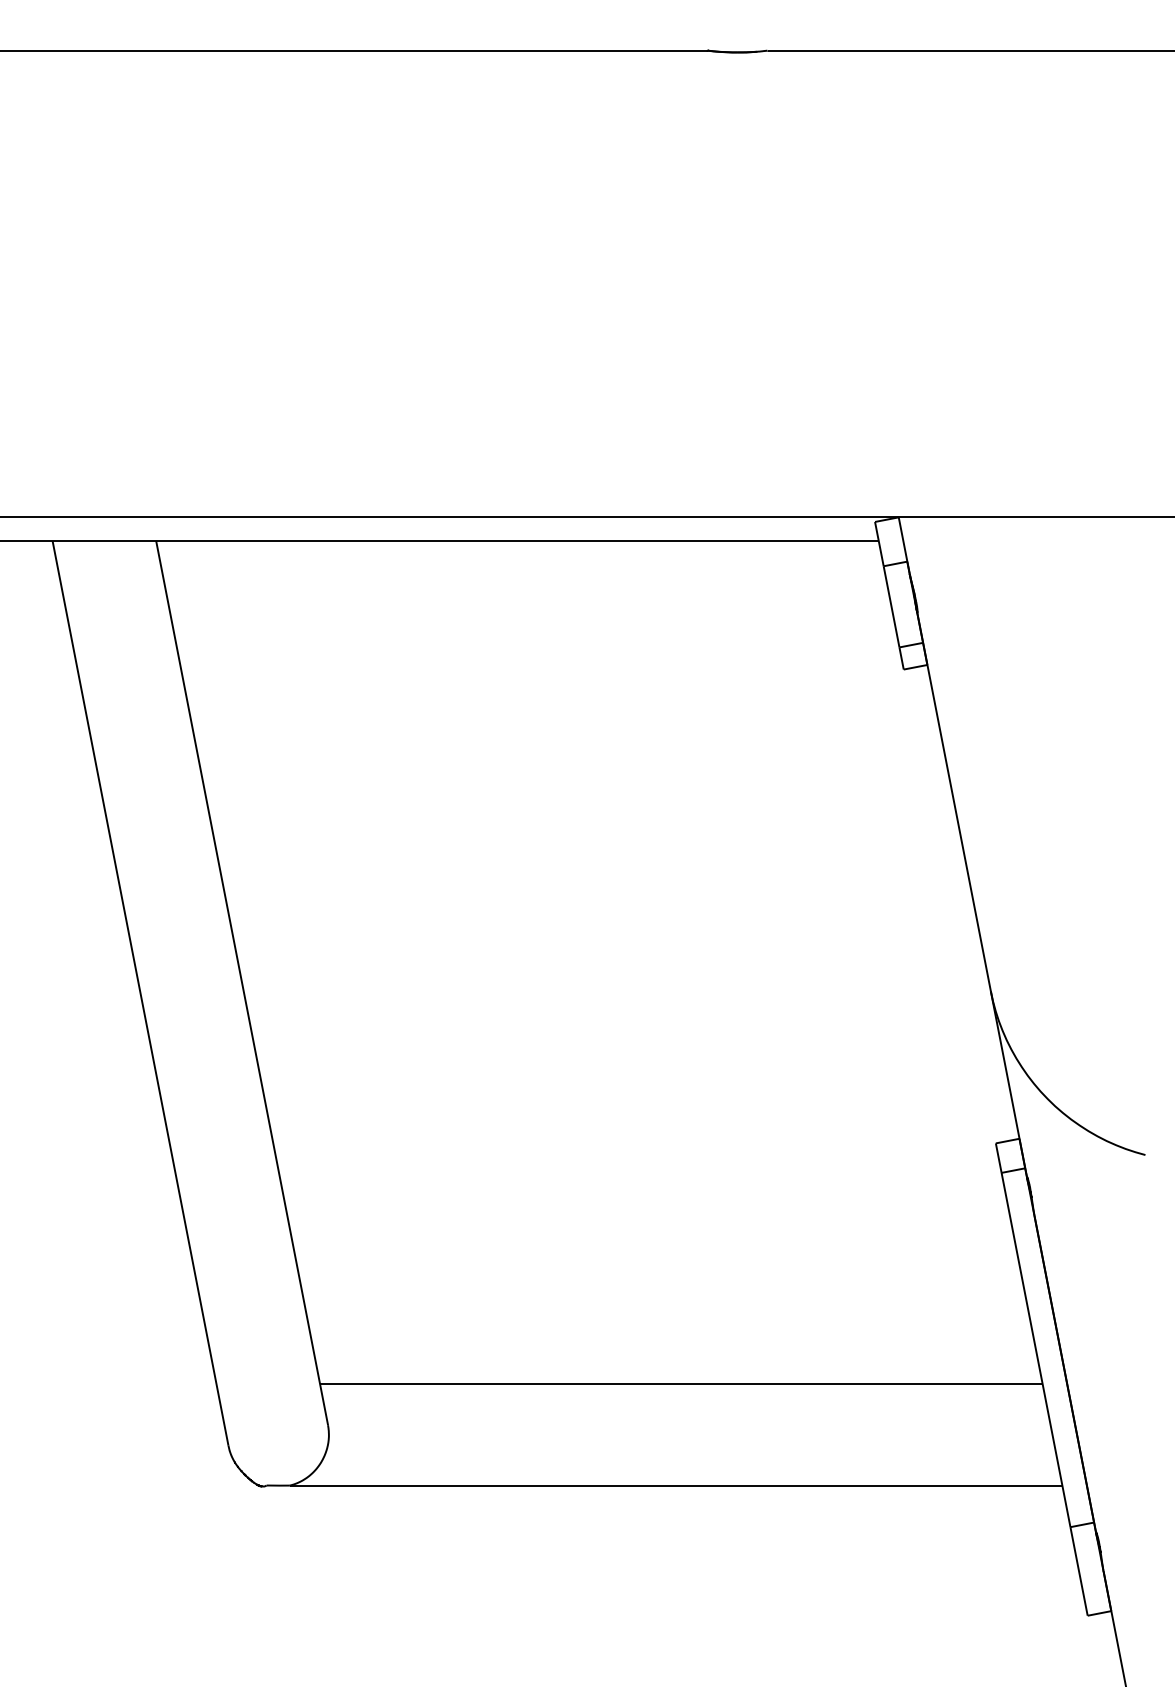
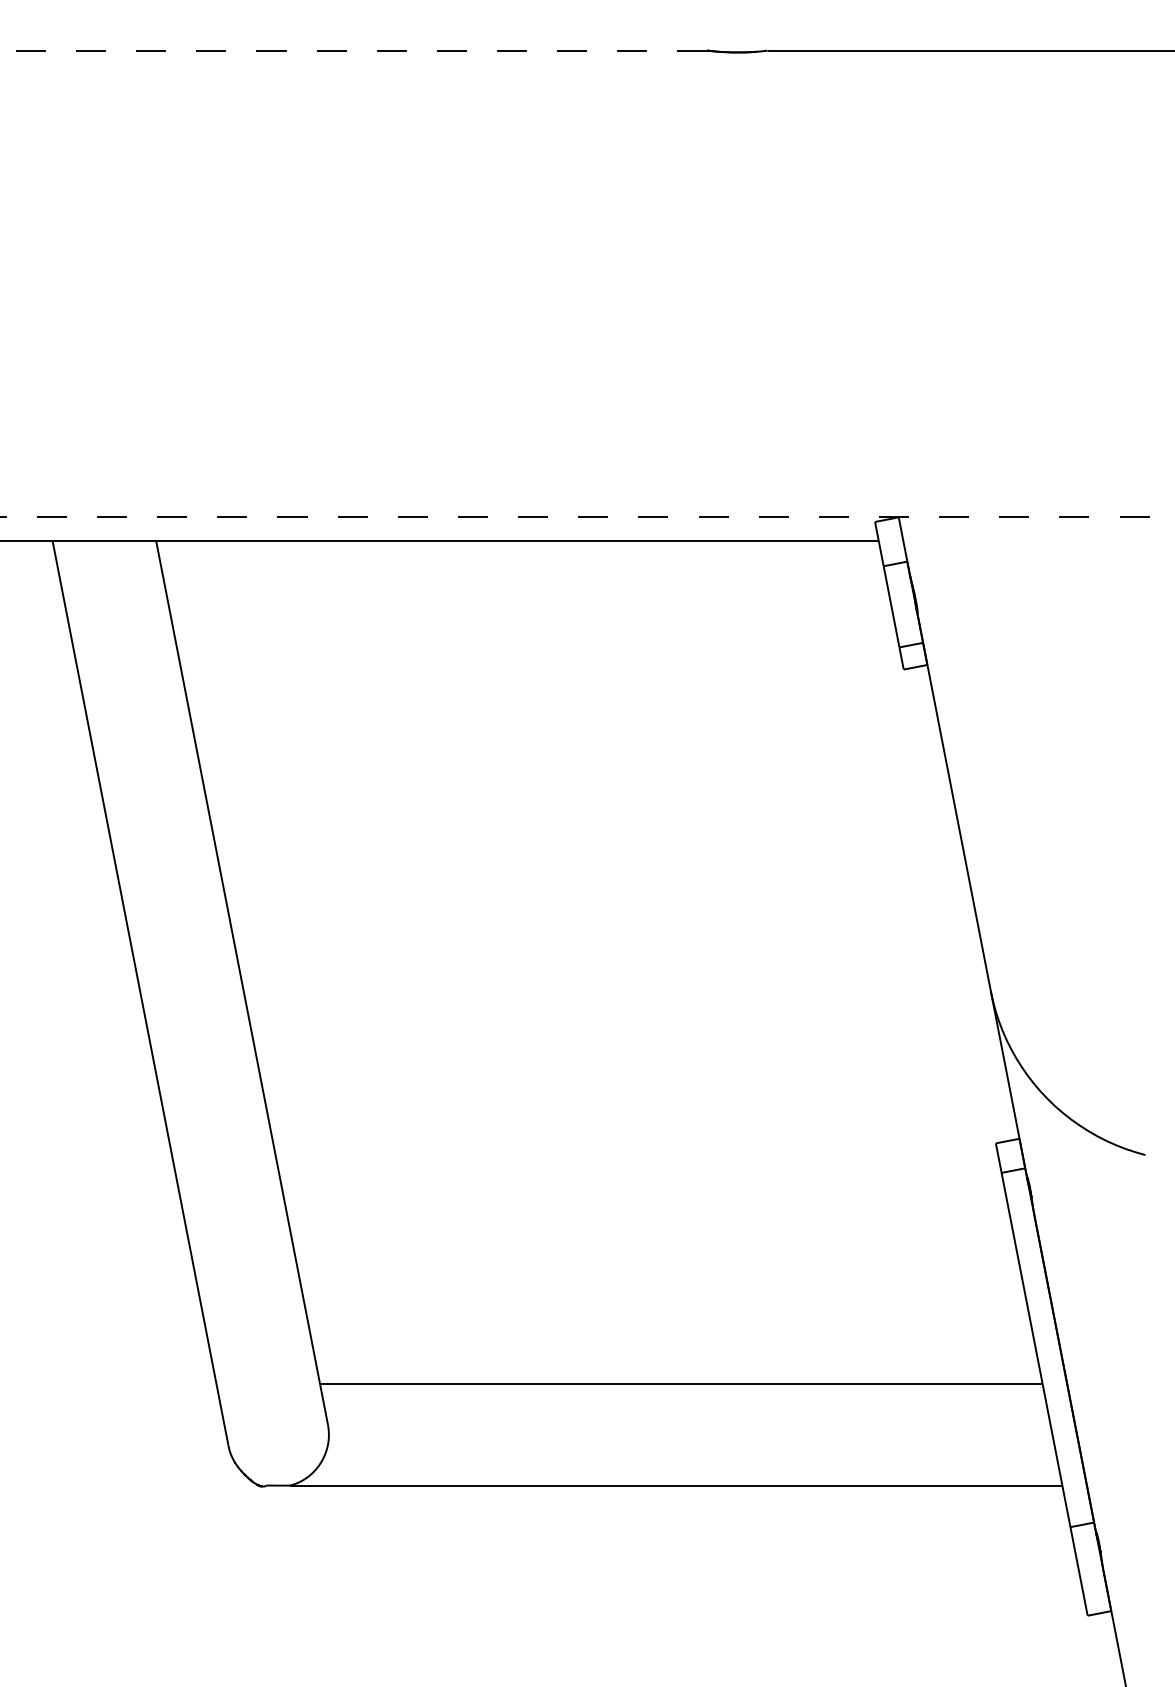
line at (353, 50): solid -> dashed
line at (587, 516): solid -> dashed
